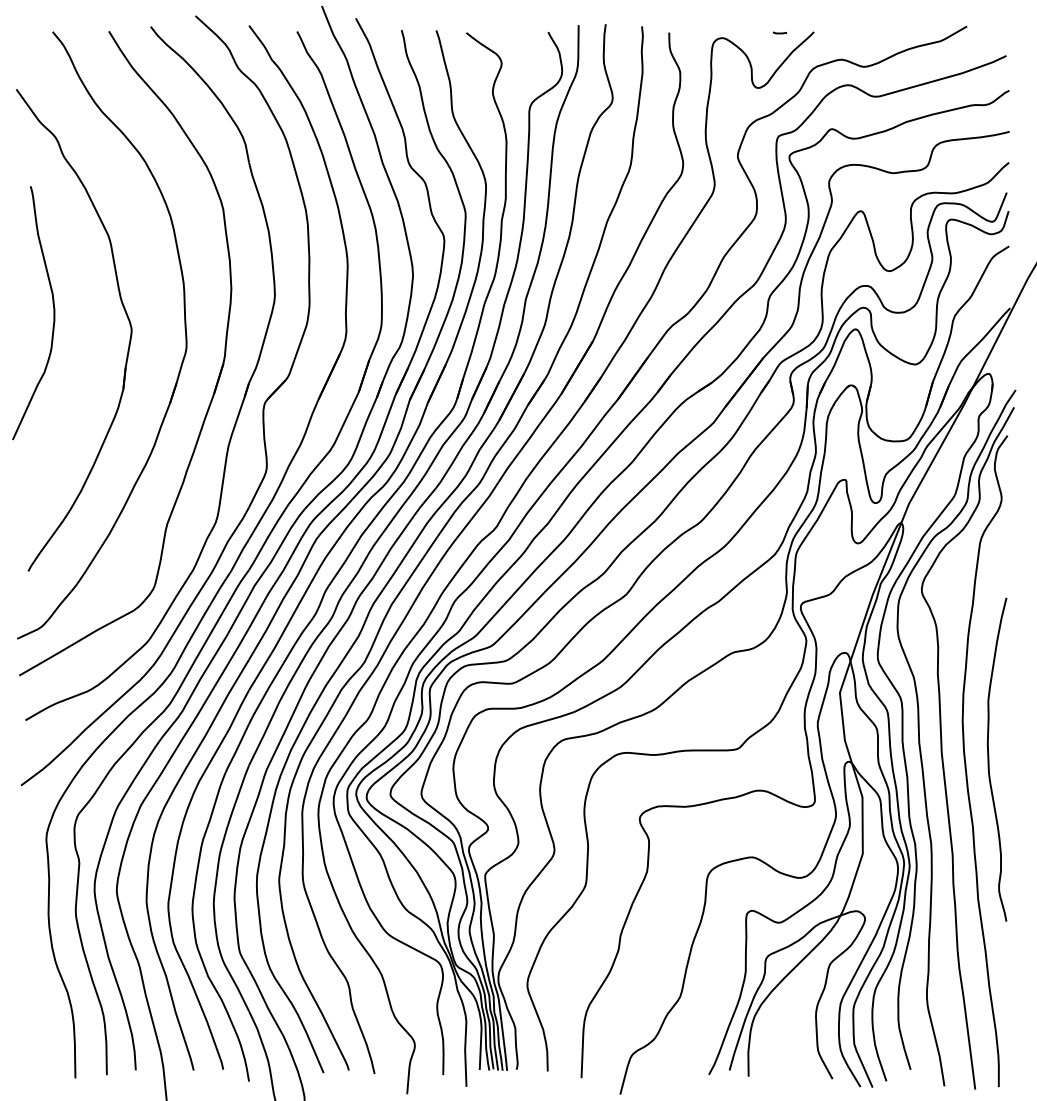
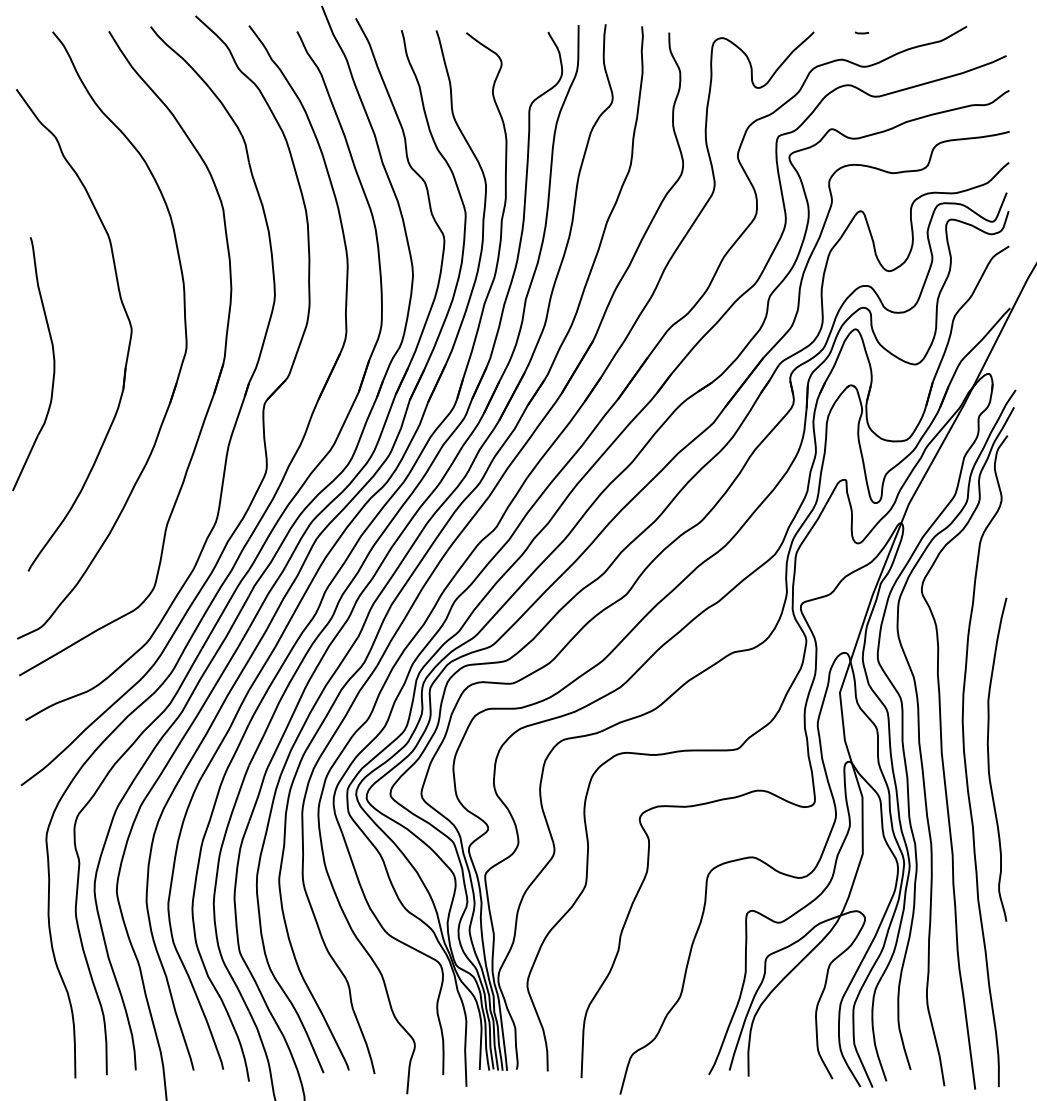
line at (780, 32) position: (780, 32) -> (862, 32)
curve at (53, 313) position: (53, 313) -> (53, 364)
